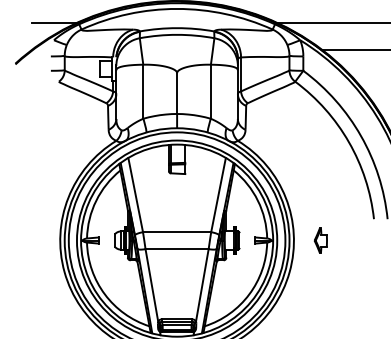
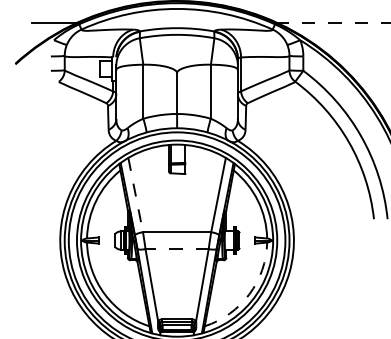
line at (333, 22): solid -> dashed
line at (354, 50): present -> none
line at (135, 195): solid -> dashed
part at (320, 240): present -> none
line at (177, 249): solid -> dashed
arc at (249, 294): solid -> dashed
